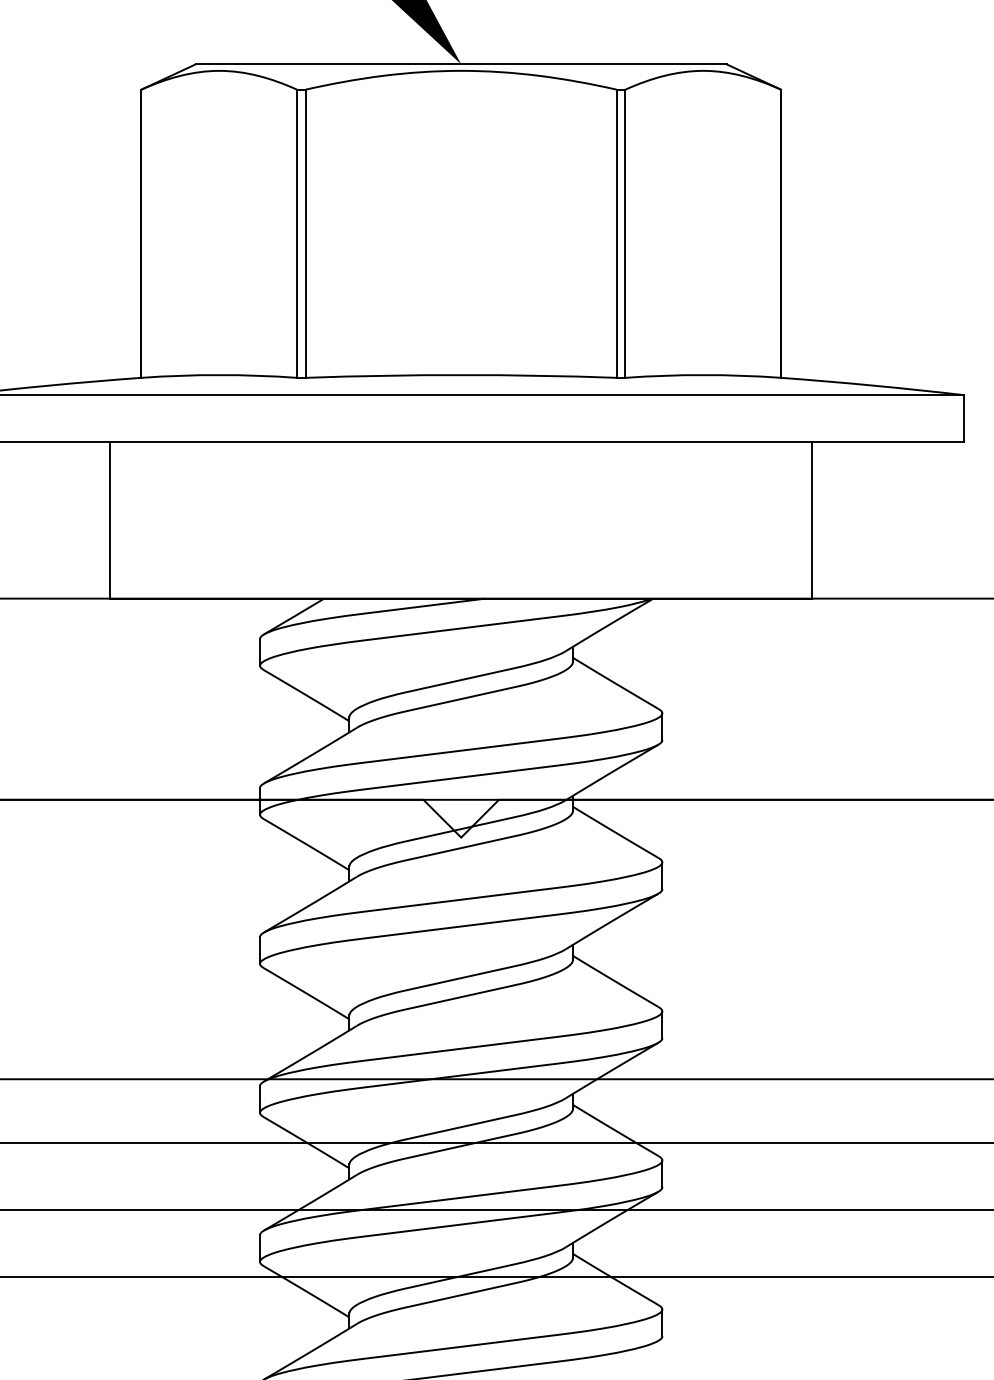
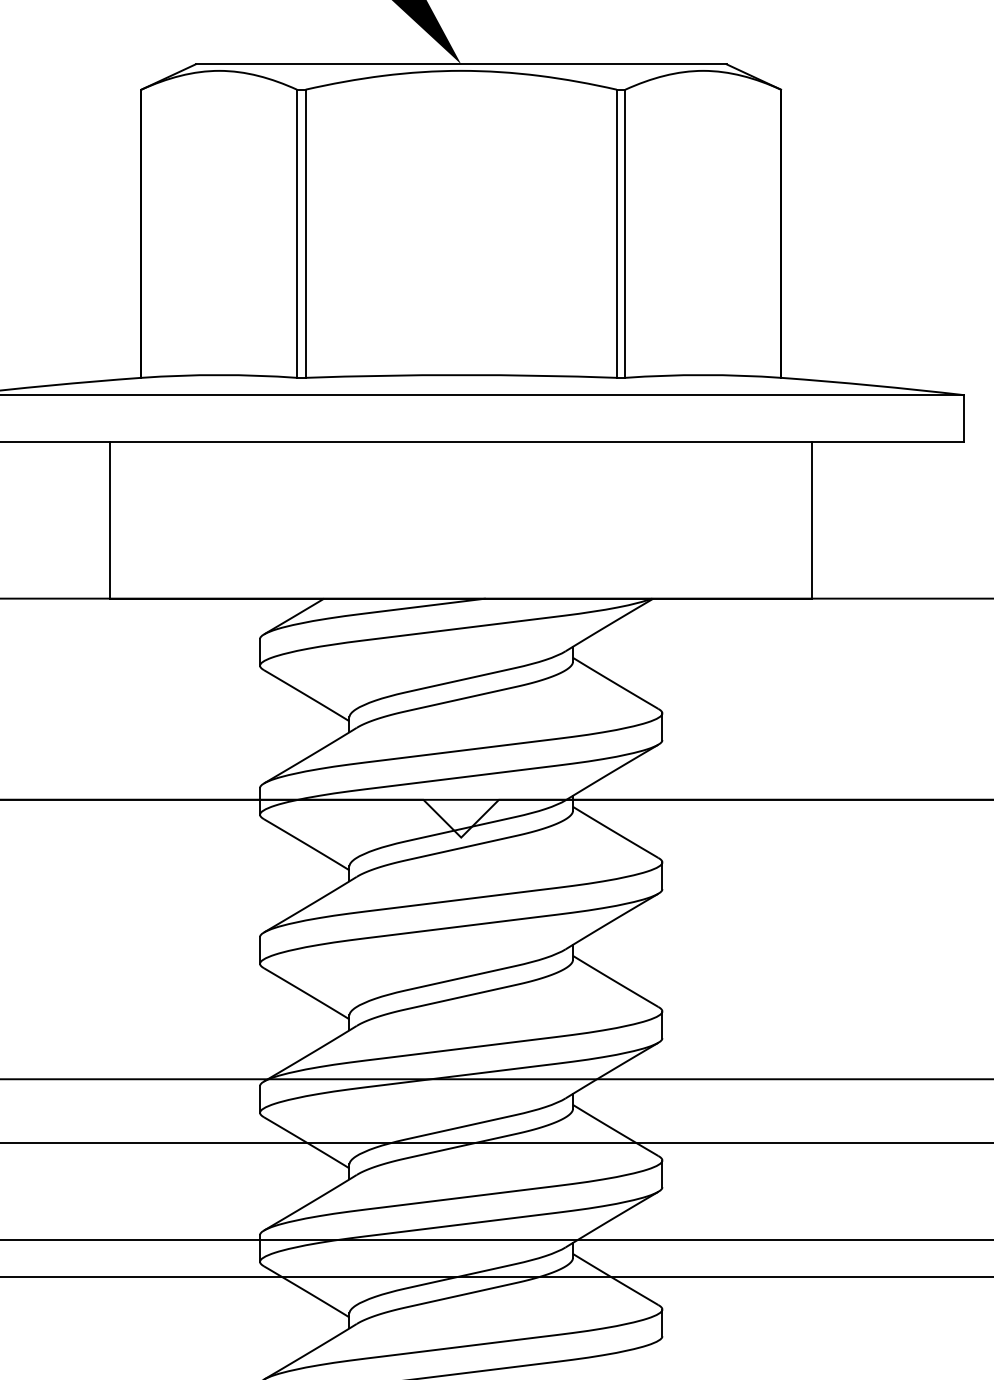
line at (496, 1209) position: (496, 1209) -> (496, 1239)
